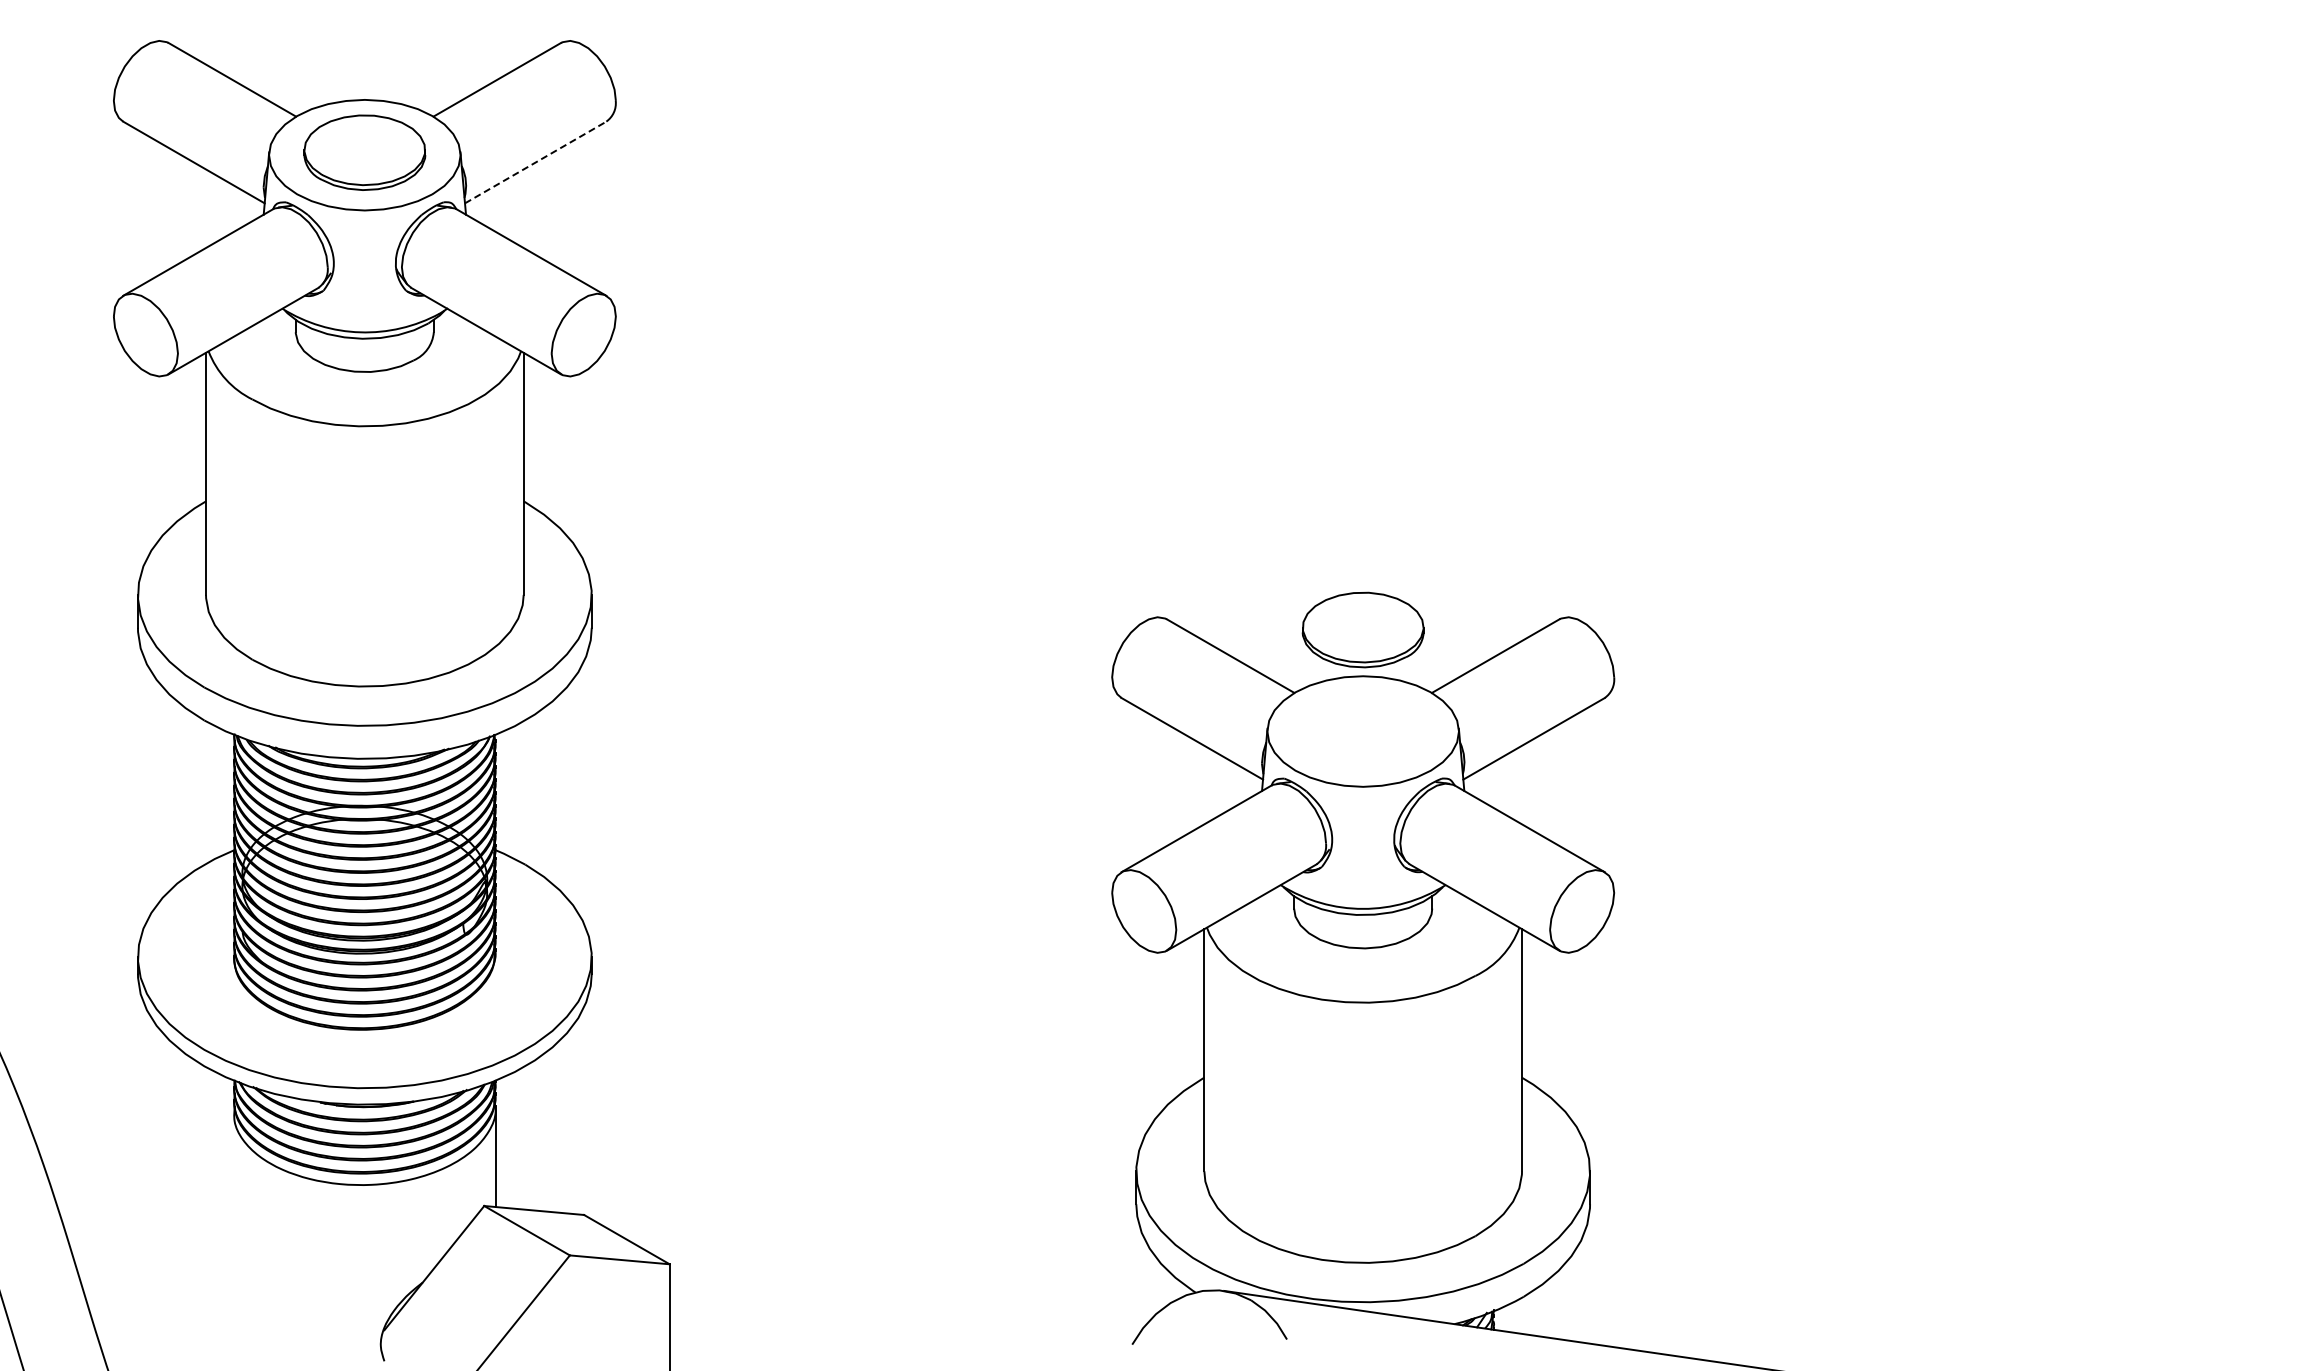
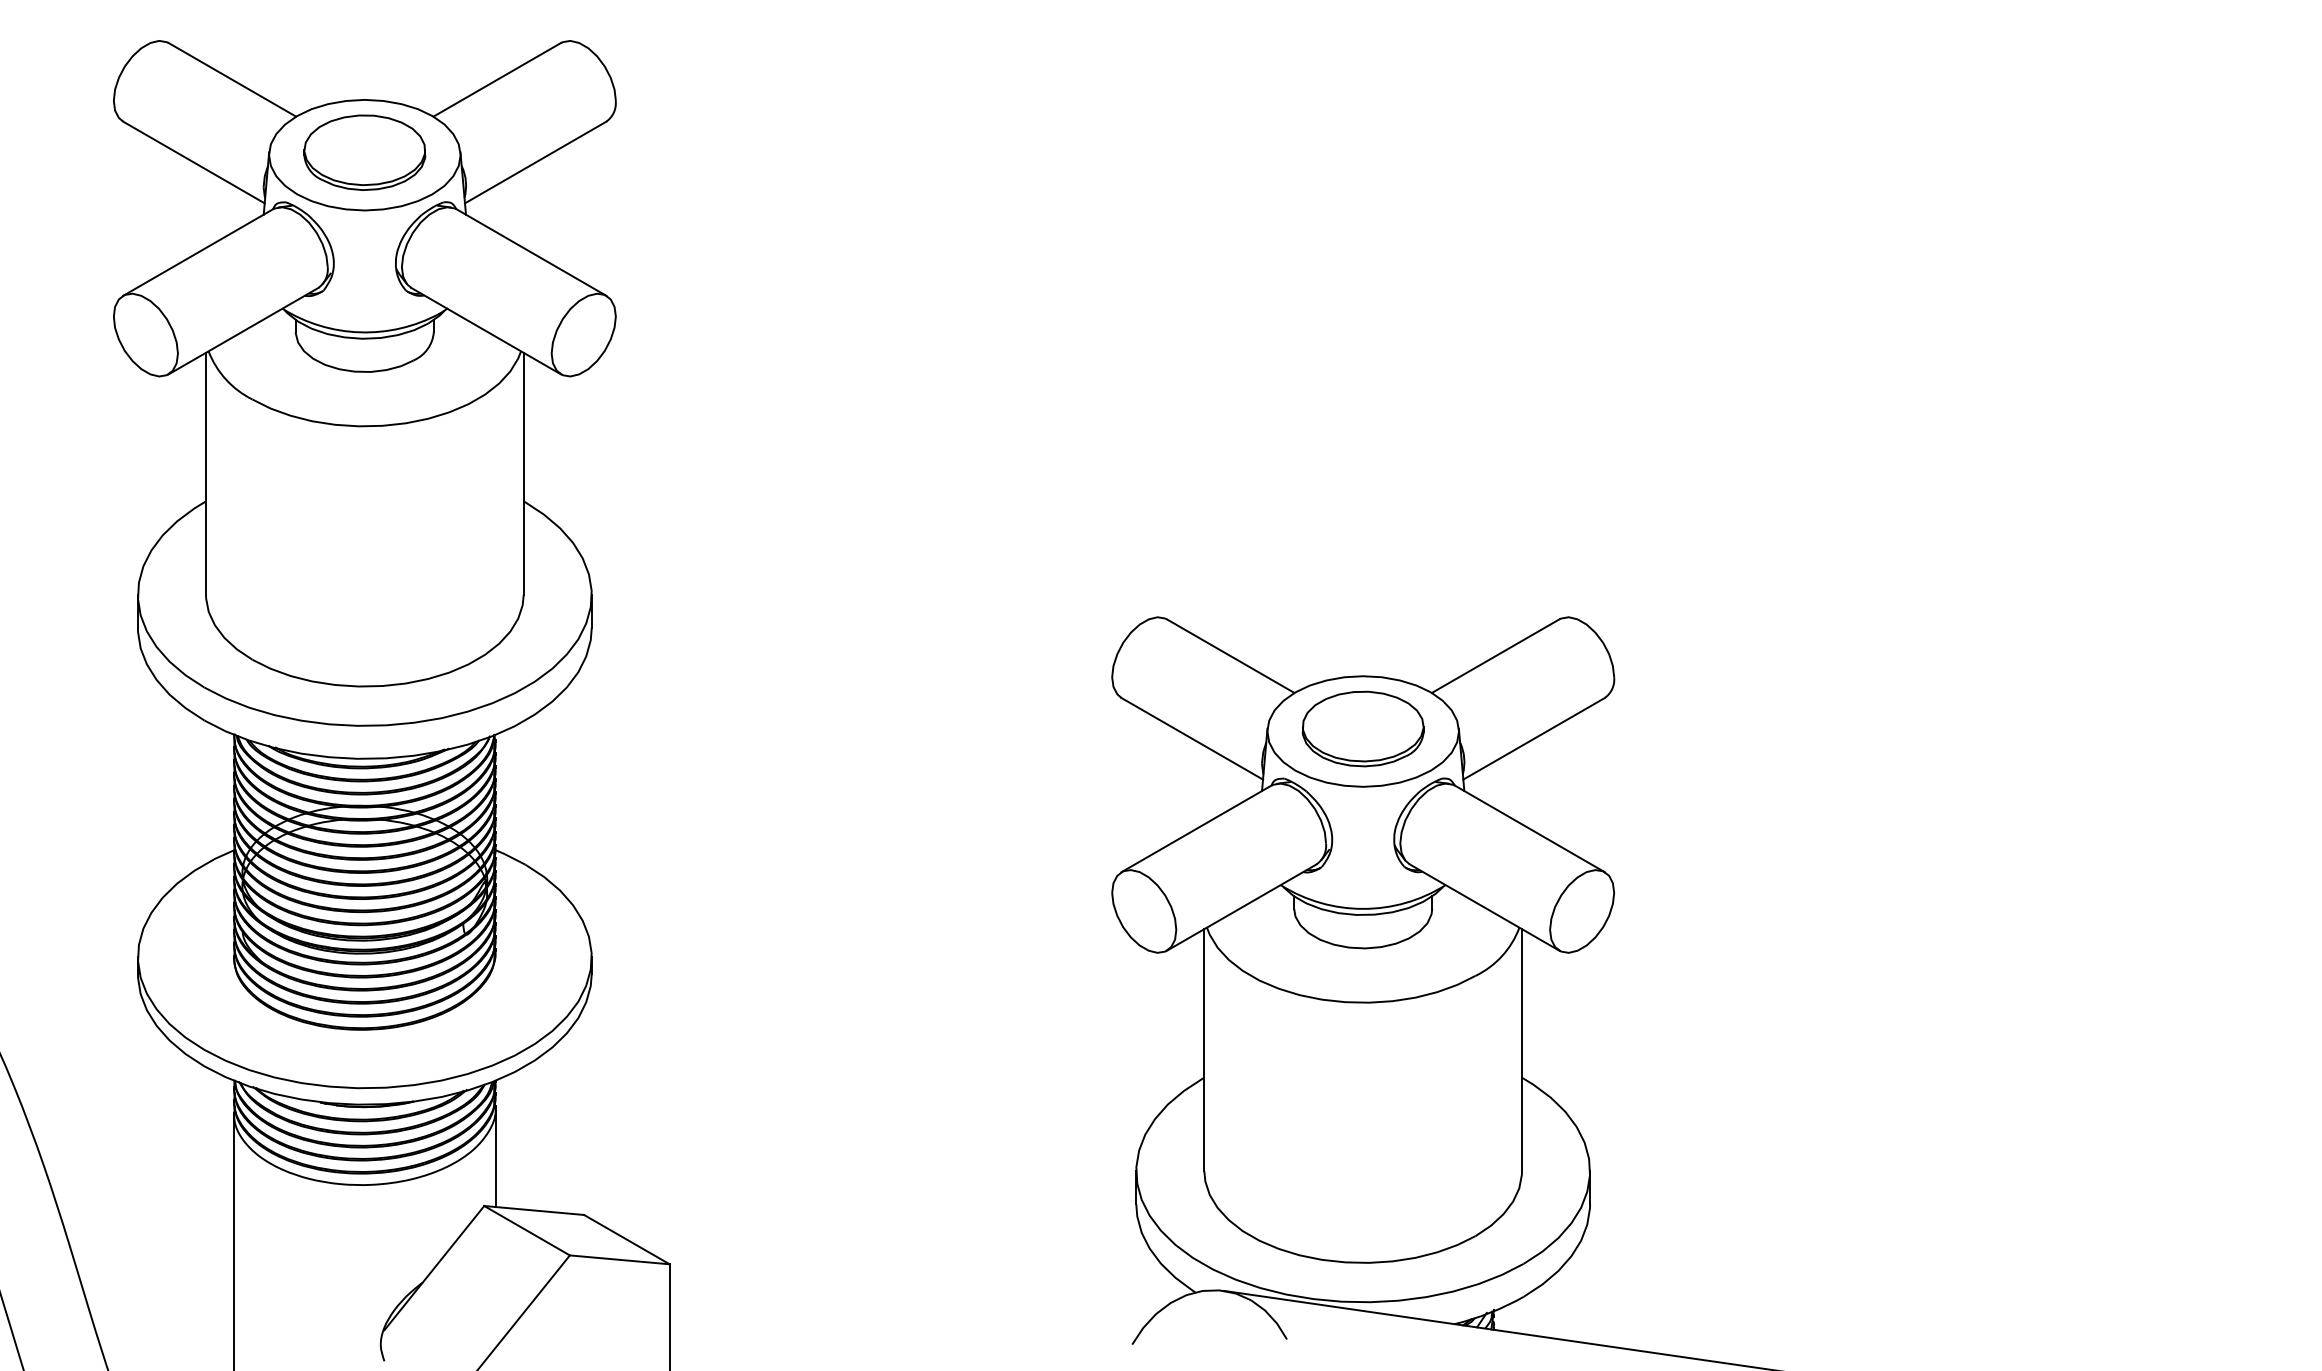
line at (535, 162): dashed -> solid
part at (1362, 629) position: (1362, 629) -> (1362, 728)
line at (233, 1239): none -> present
